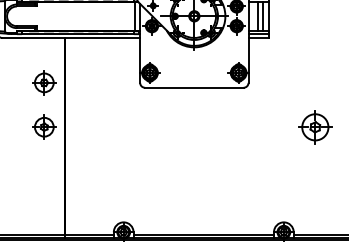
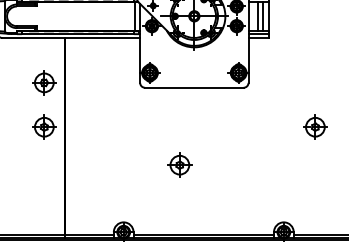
part at (315, 127) size: 35x35 px -> 25x26 px
part at (179, 164): none -> present
